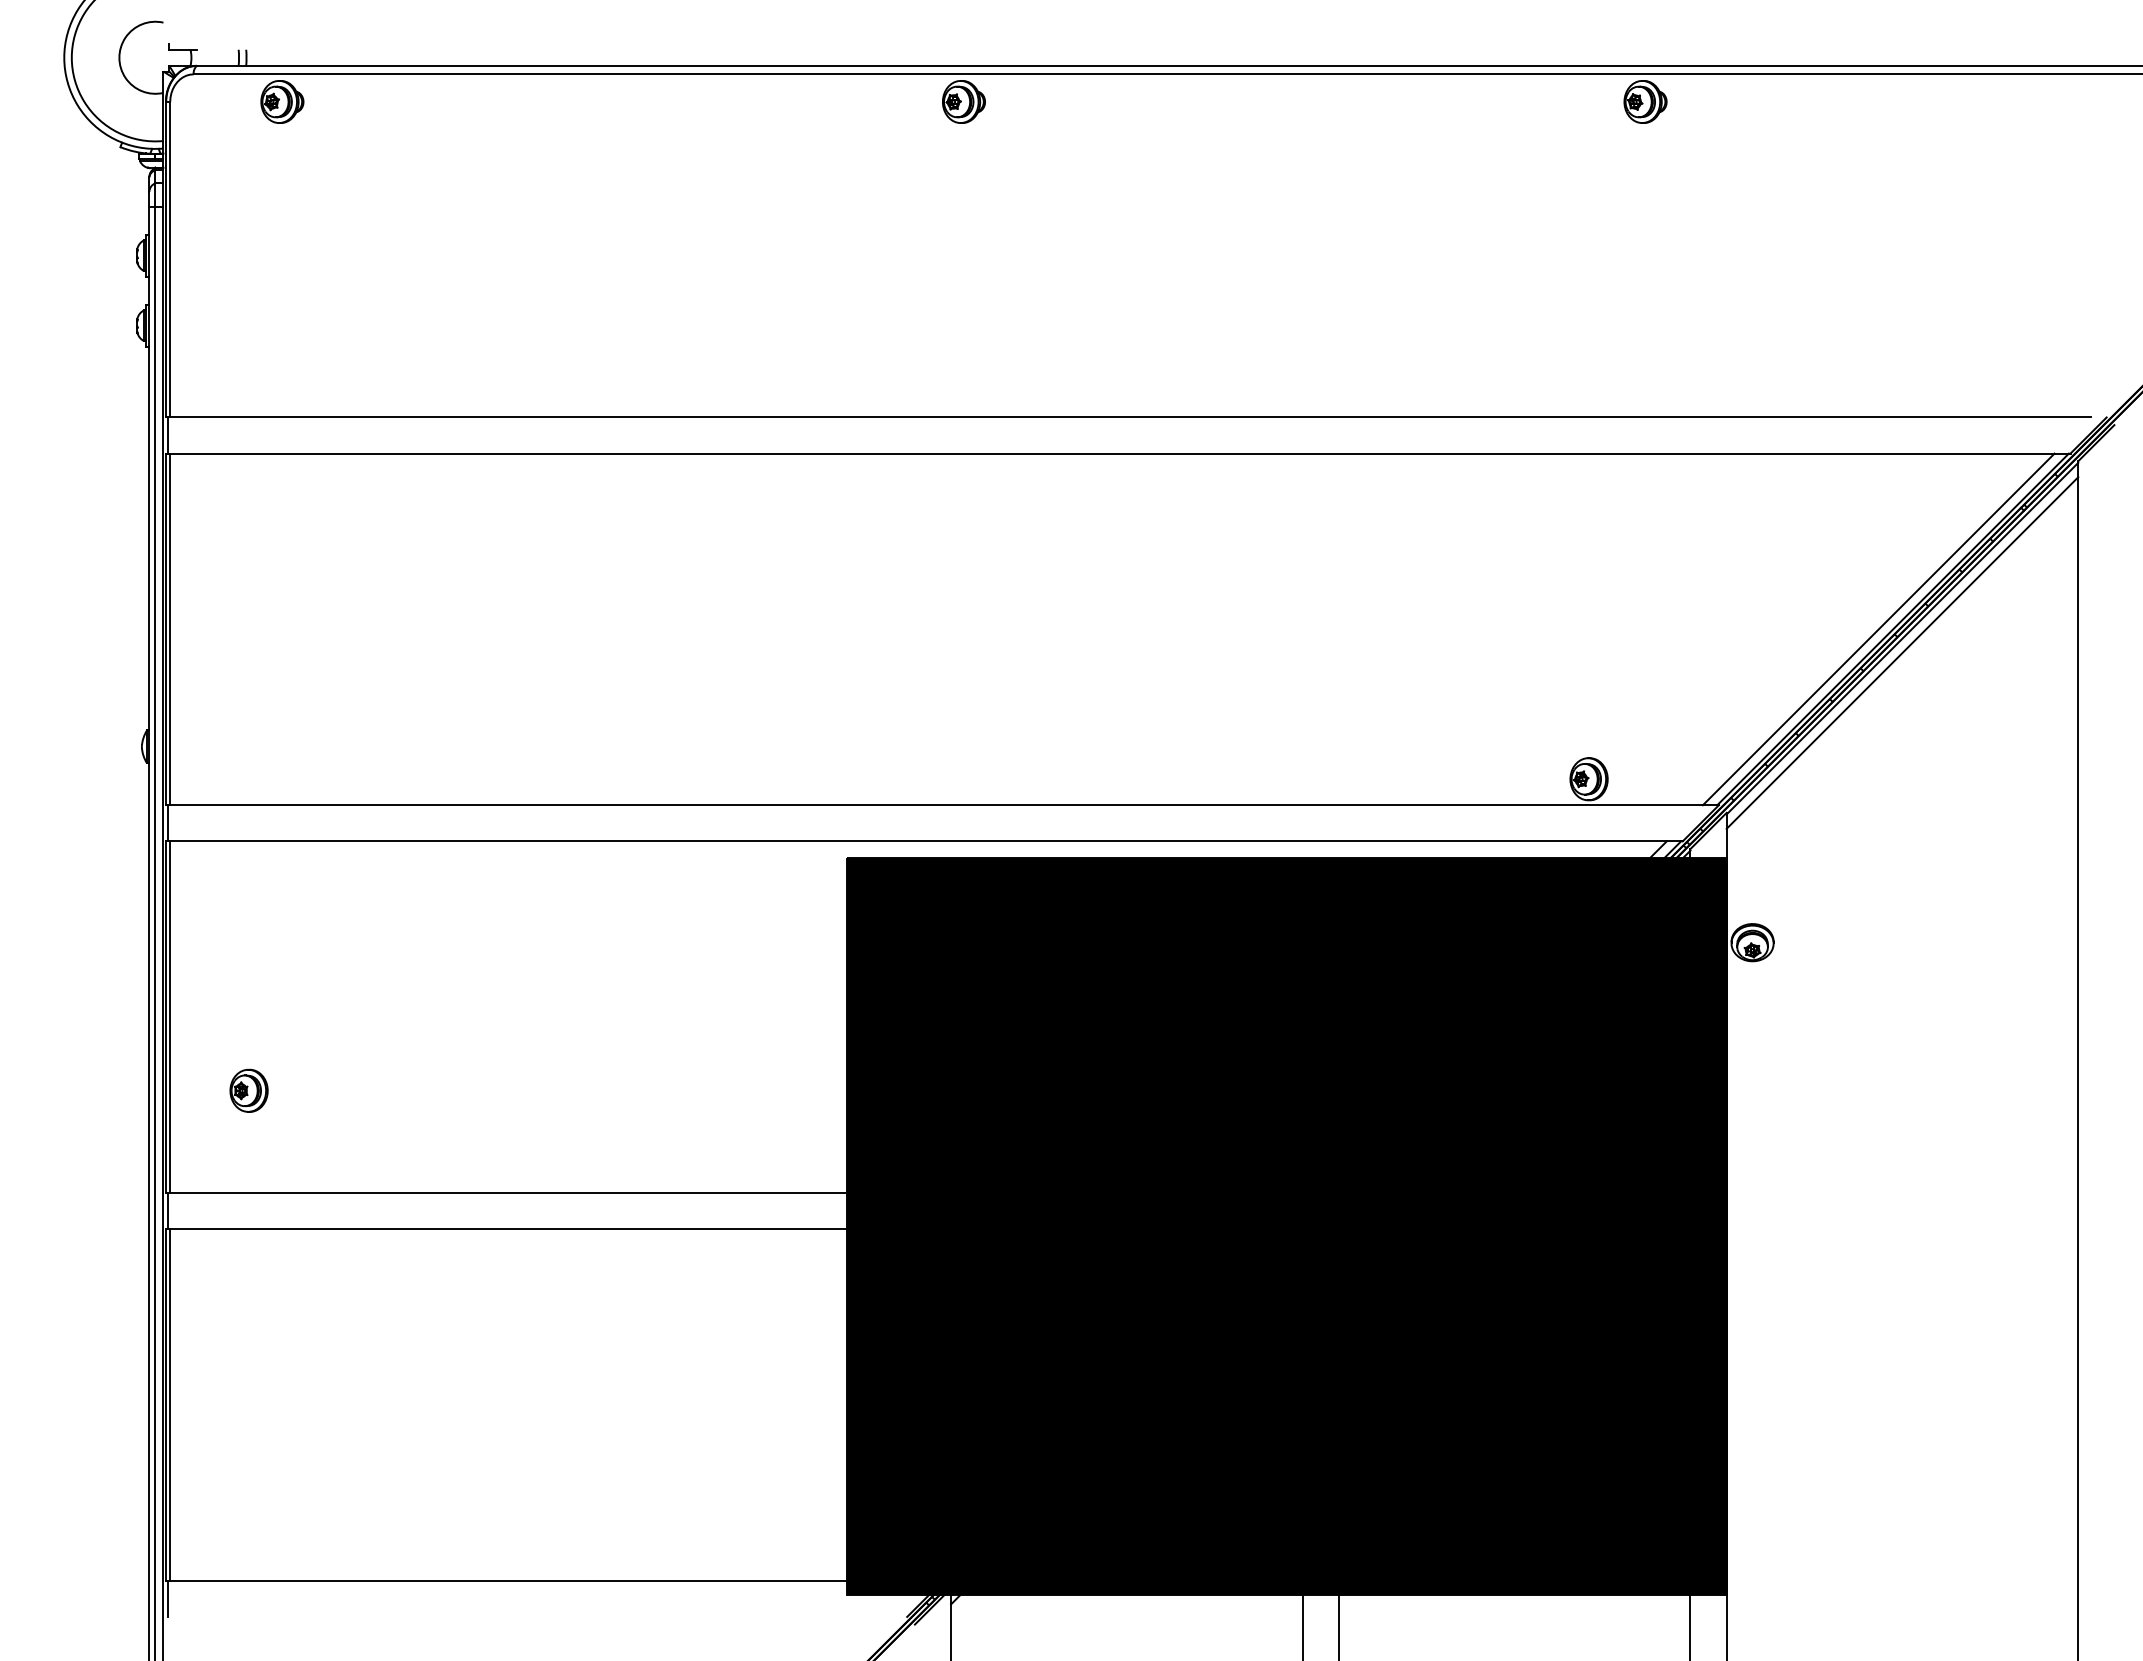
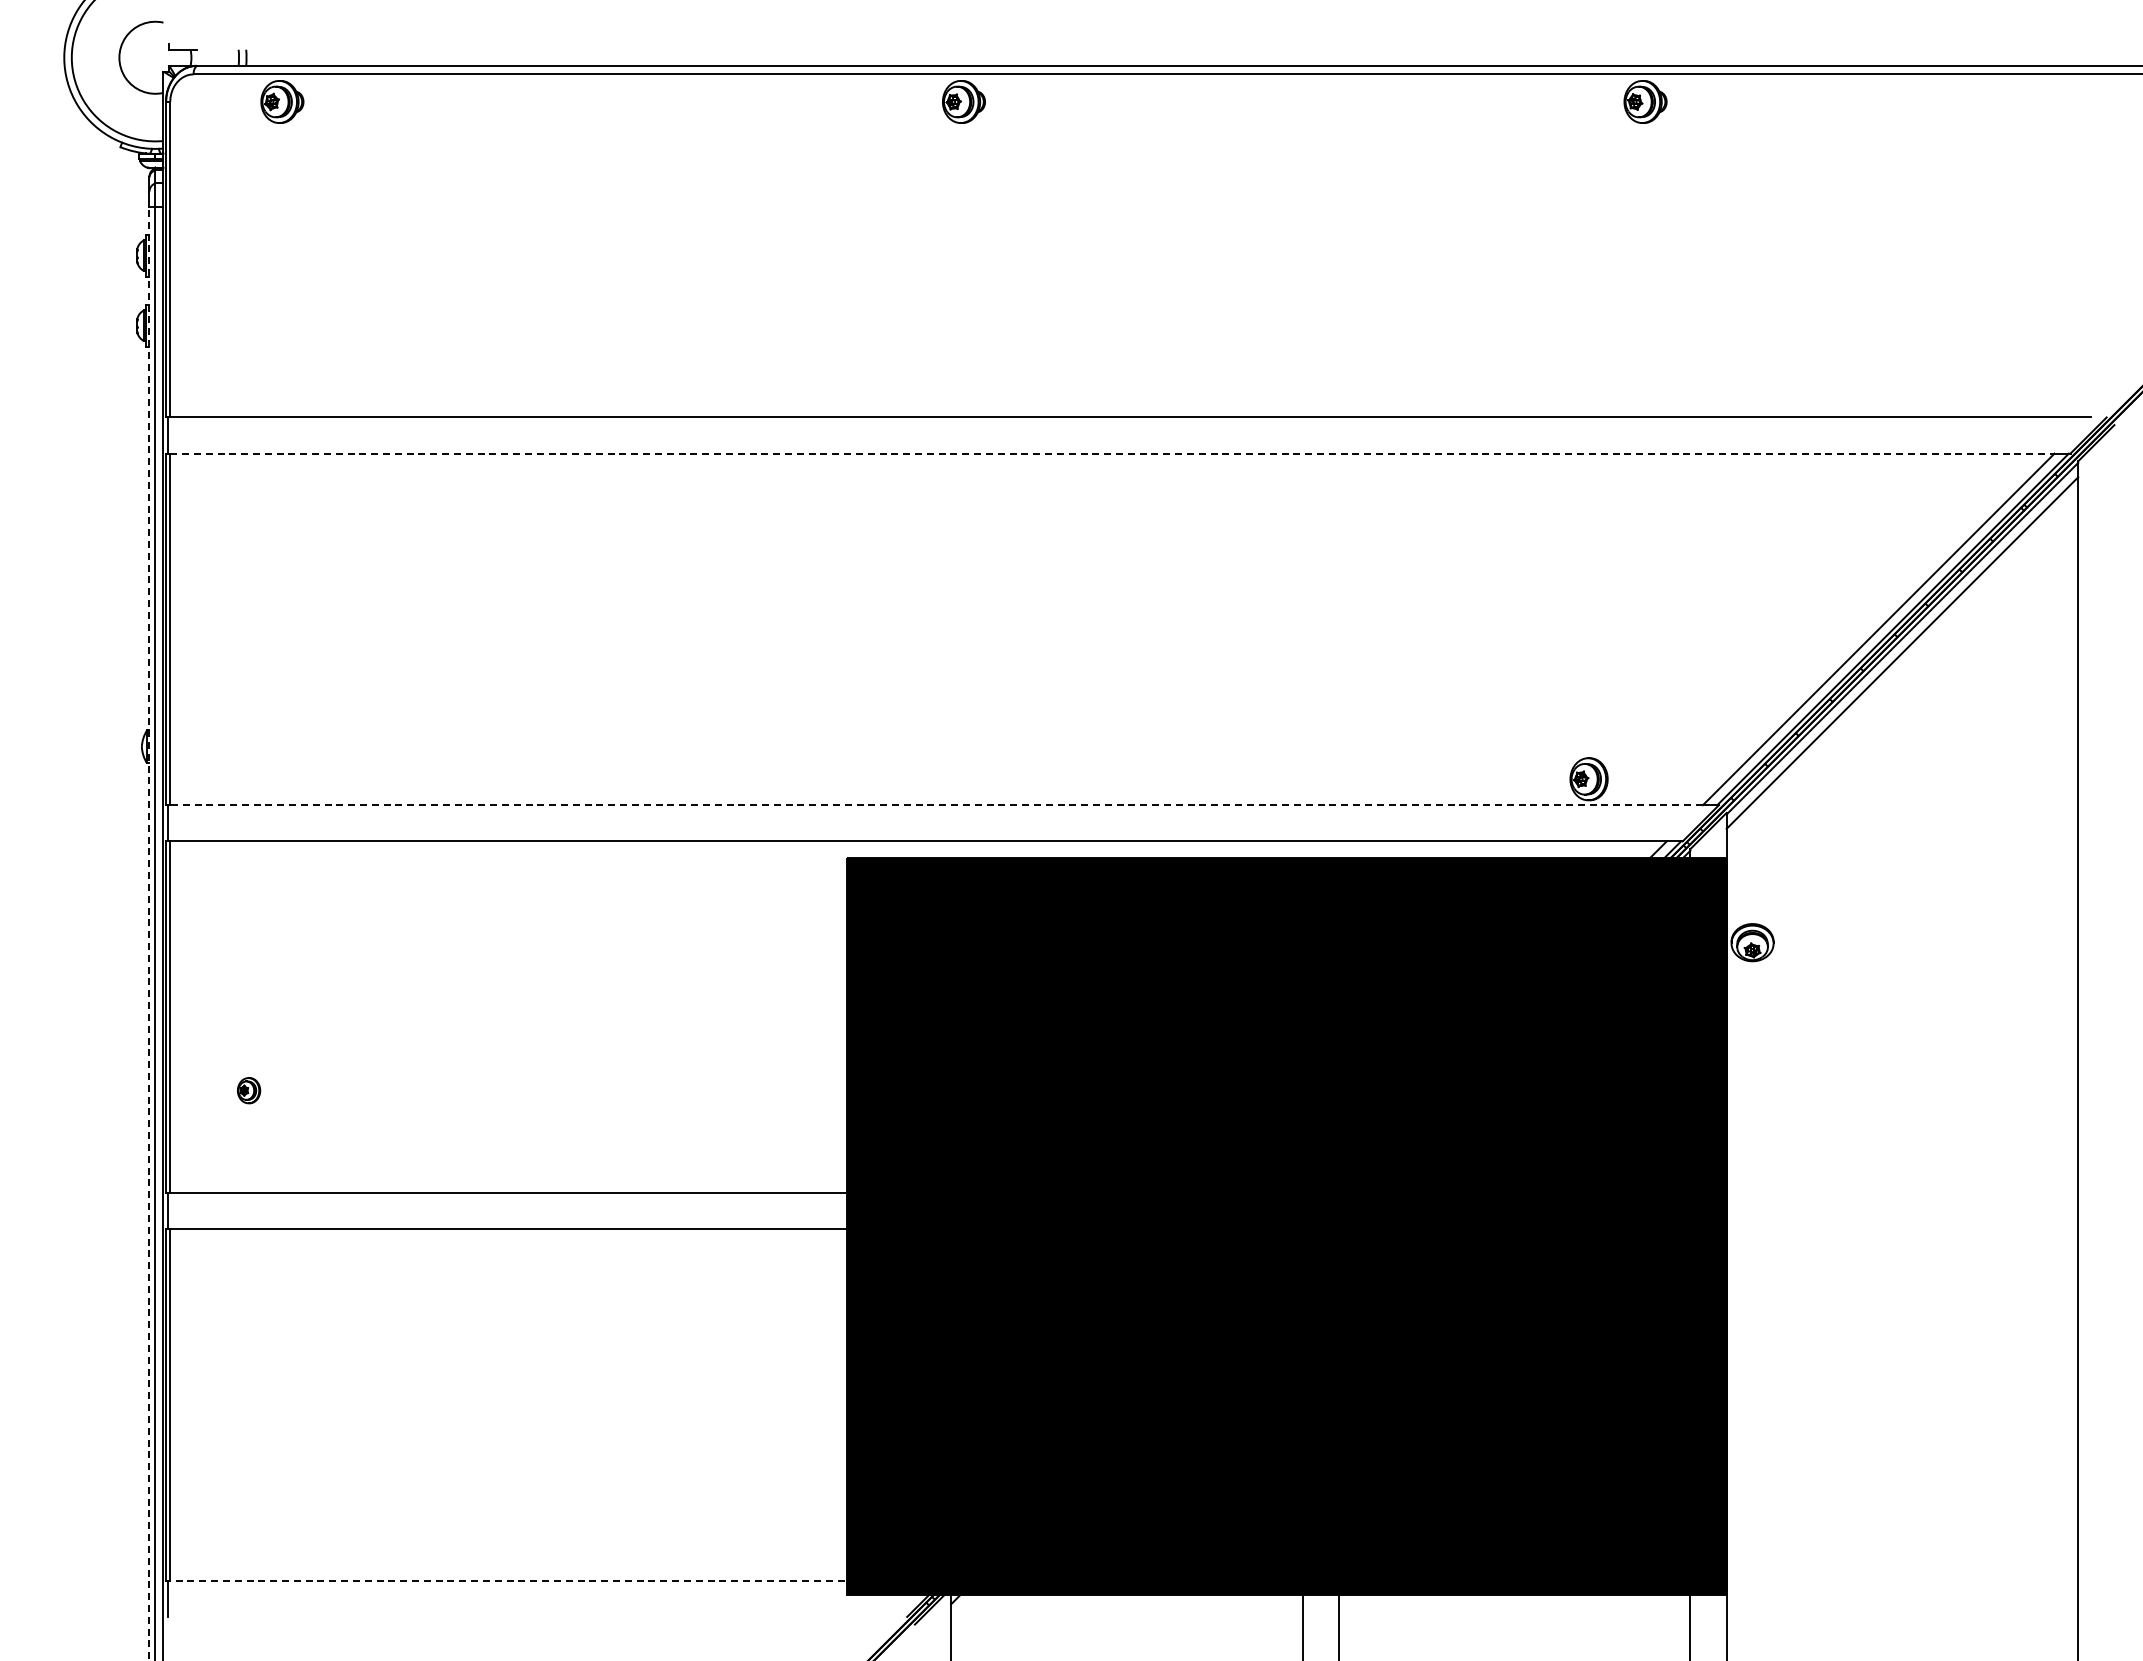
line at (1112, 453): solid -> dashed
line at (936, 805): solid -> dashed
line at (149, 934): solid -> dashed
part at (248, 1090) size: 40x45 px -> 25x28 px
line at (548, 1580): solid -> dashed
